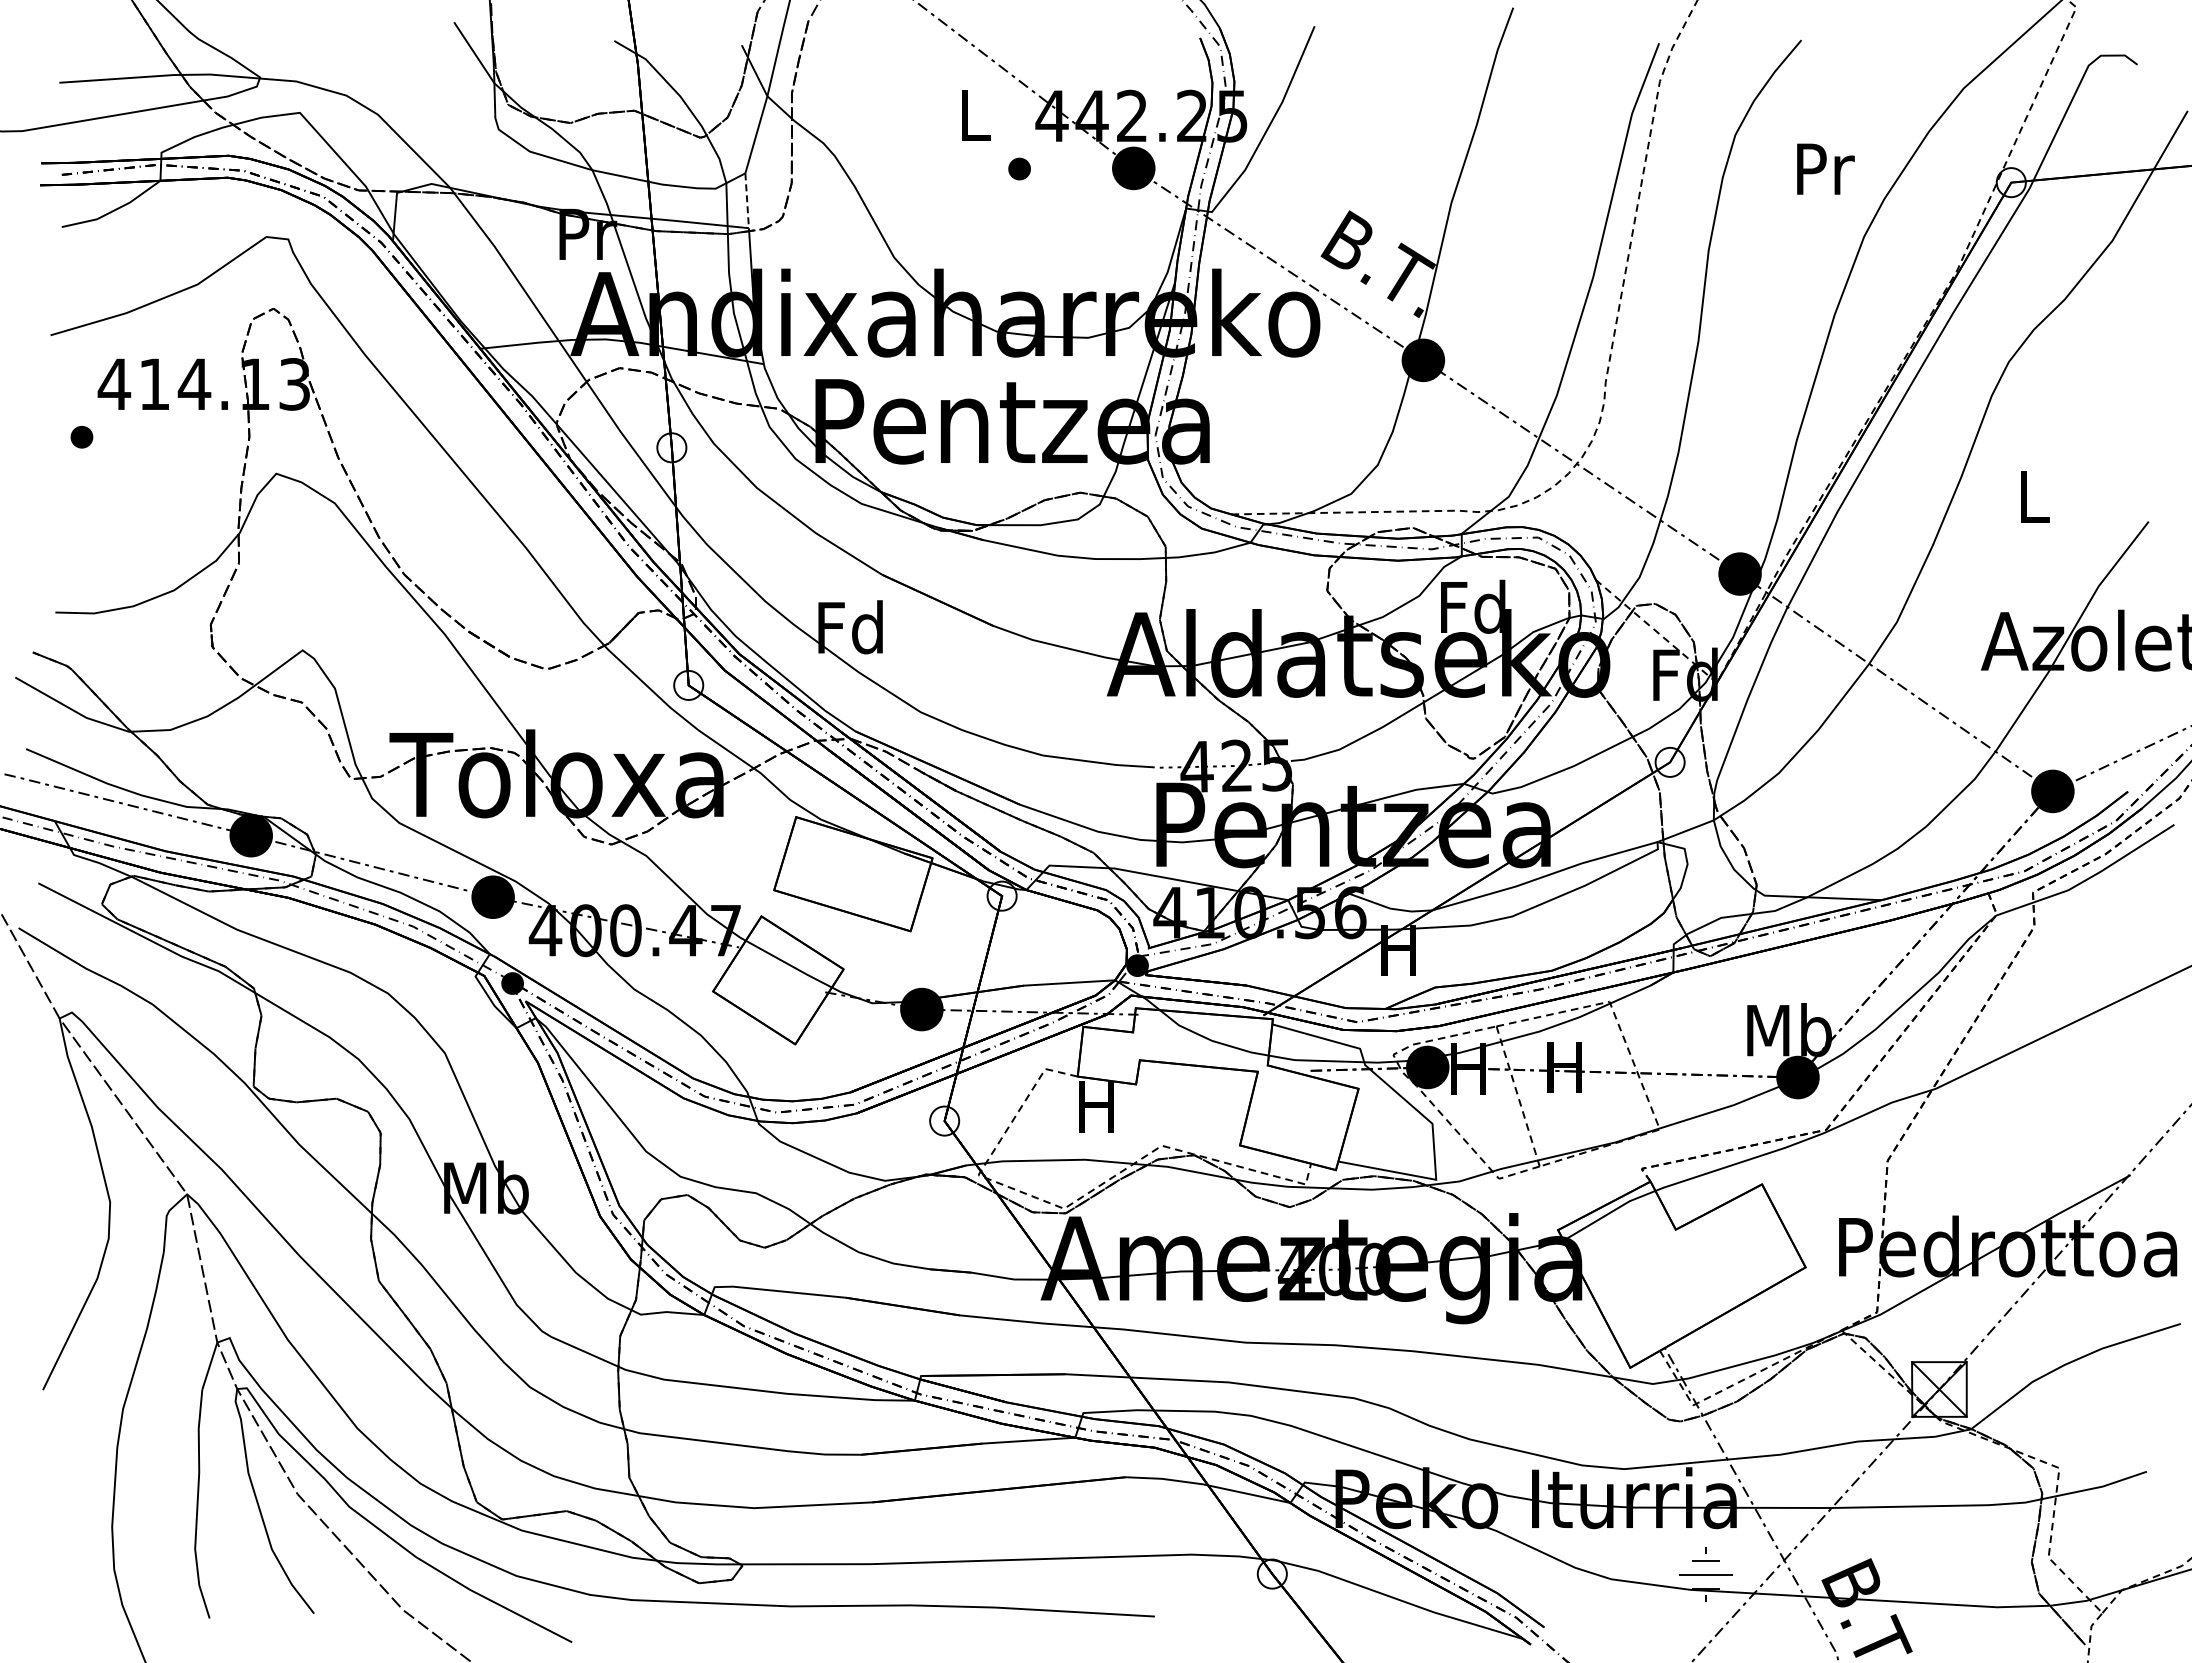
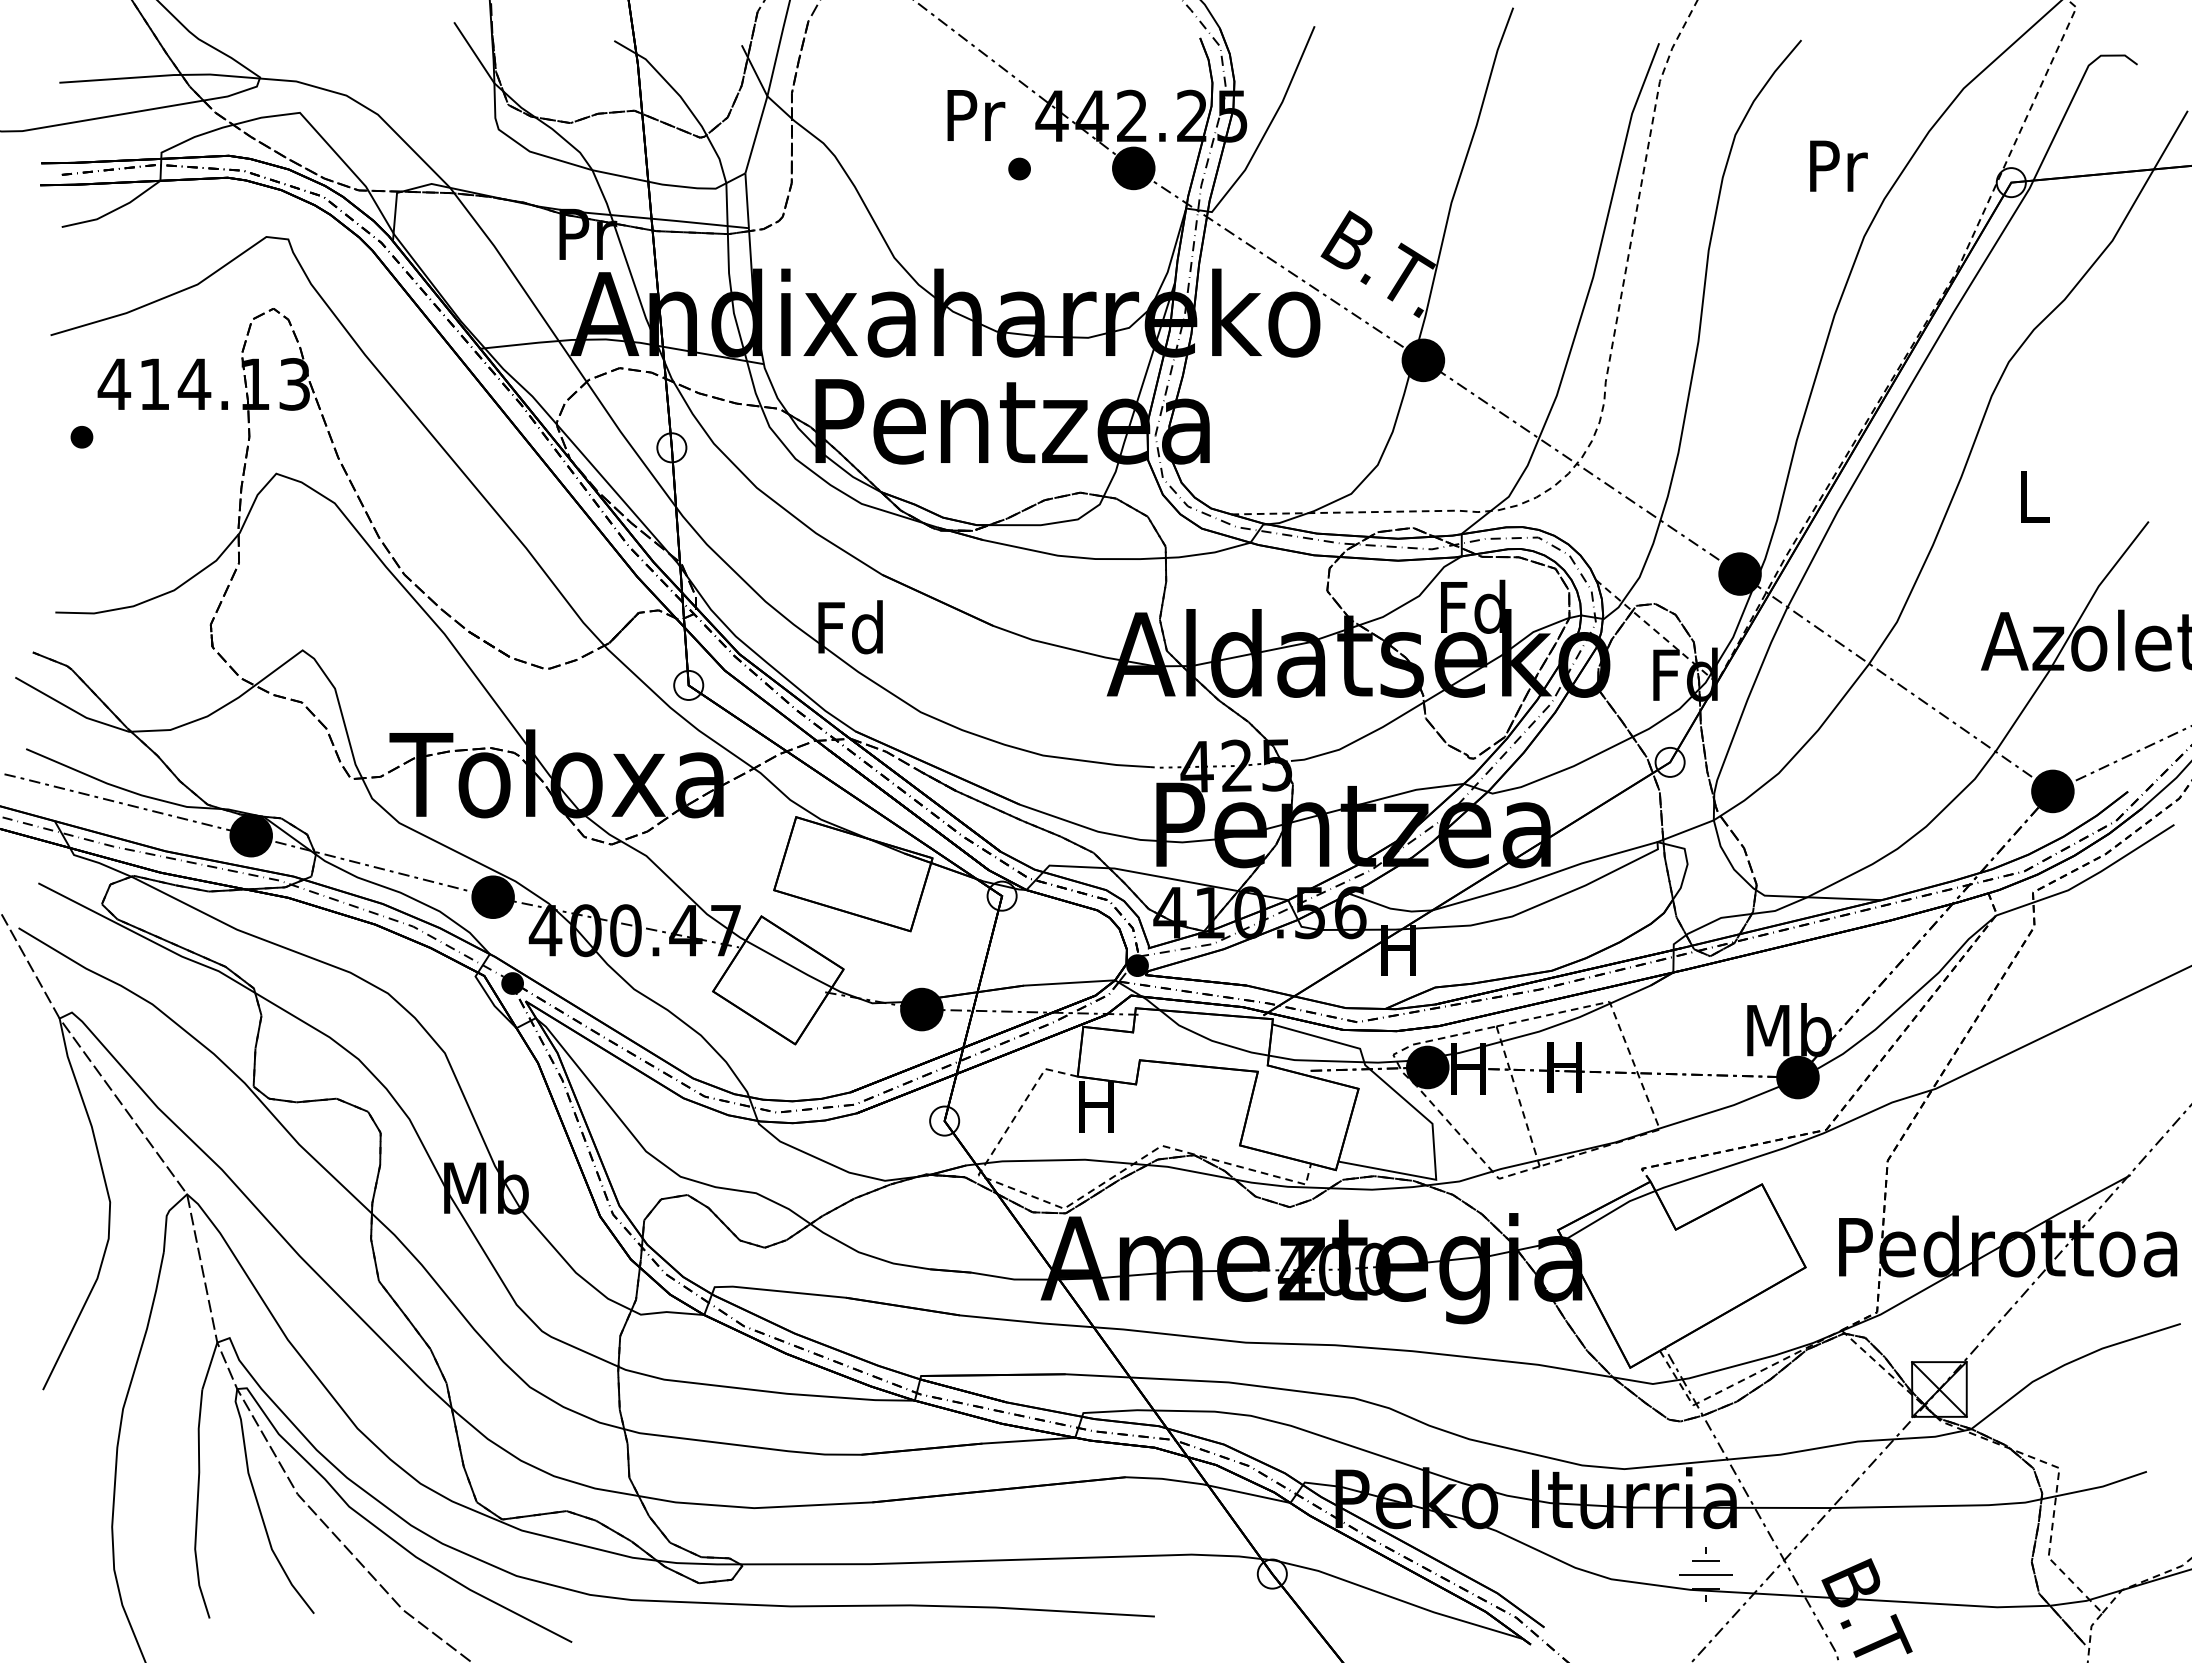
text at (976, 115): L -> Pr
text at (1825, 168) position: (1825, 168) -> (1838, 165)
line at (747, 201): dashed -> solid
